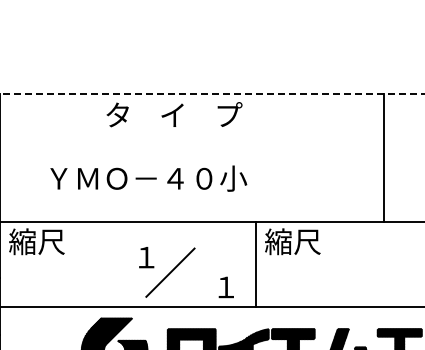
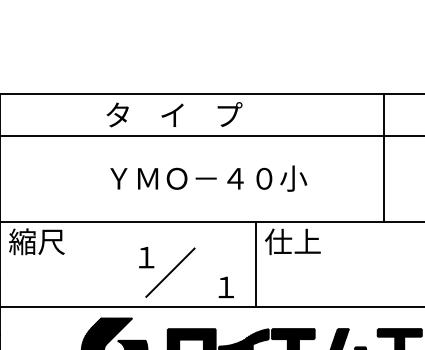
line at (212, 93): dashed -> solid
line at (211, 136): none -> present
text at (148, 178) position: (148, 178) -> (208, 178)
text at (292, 241): 縮尺 -> 仕上
